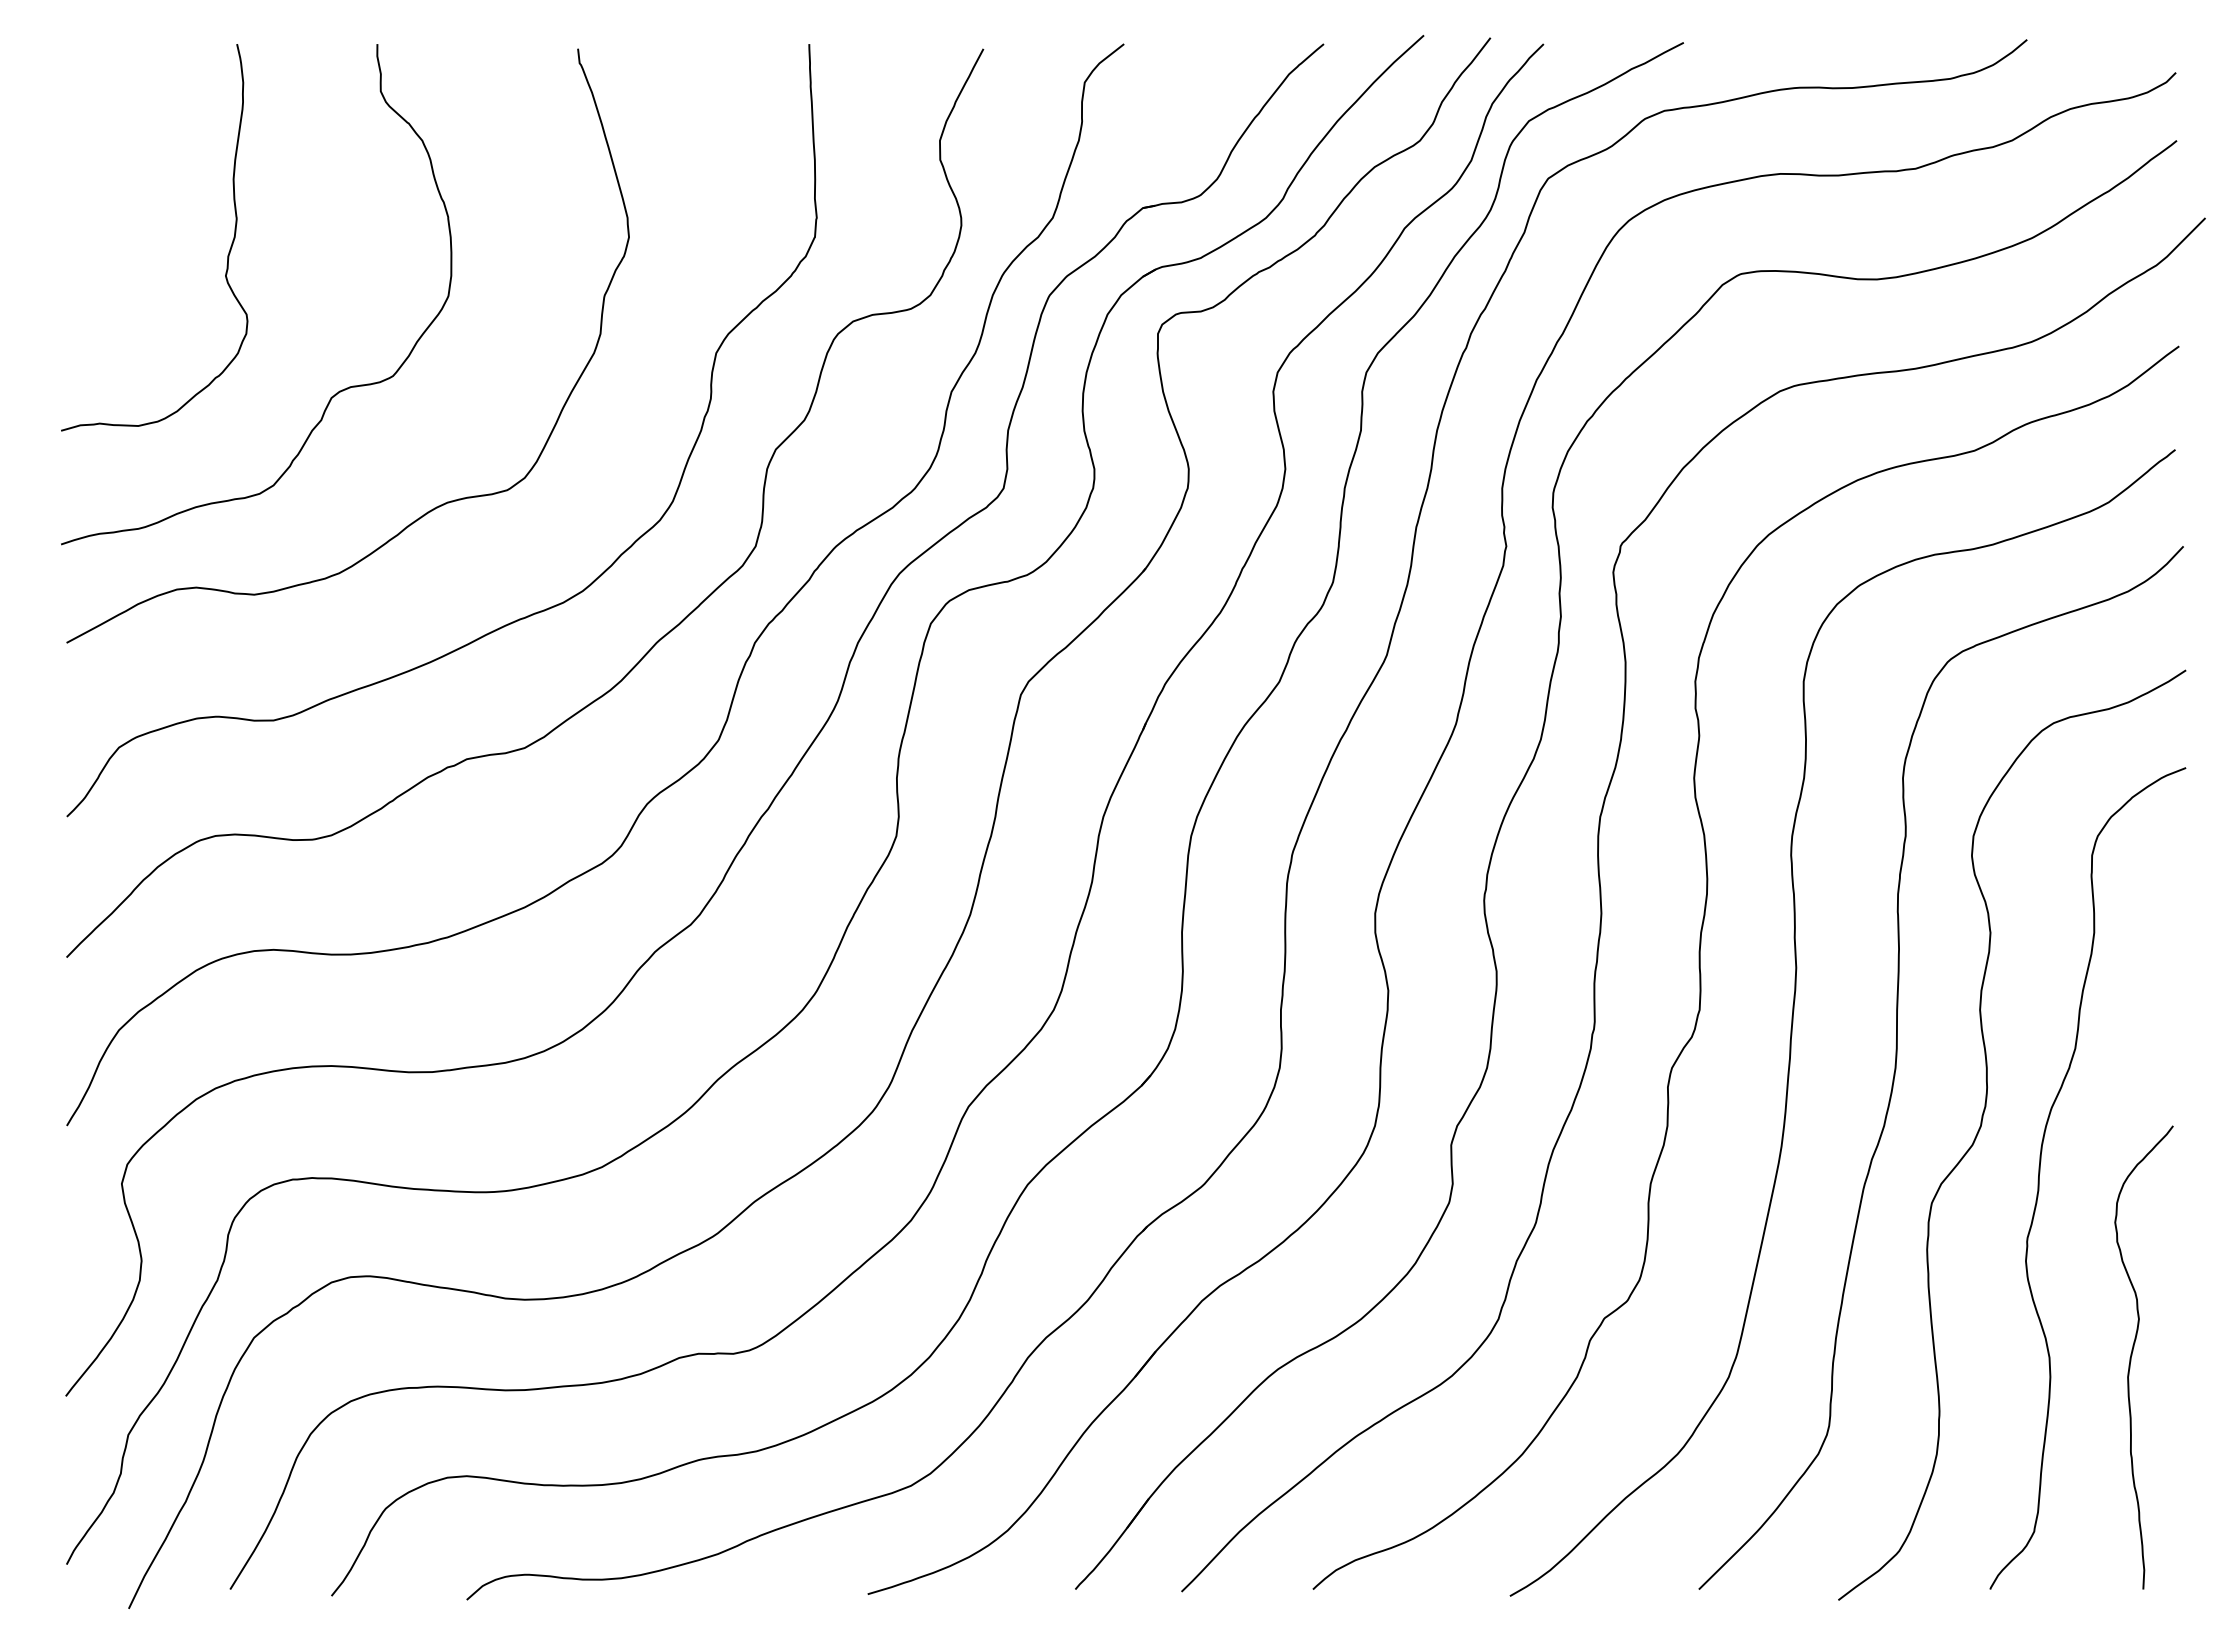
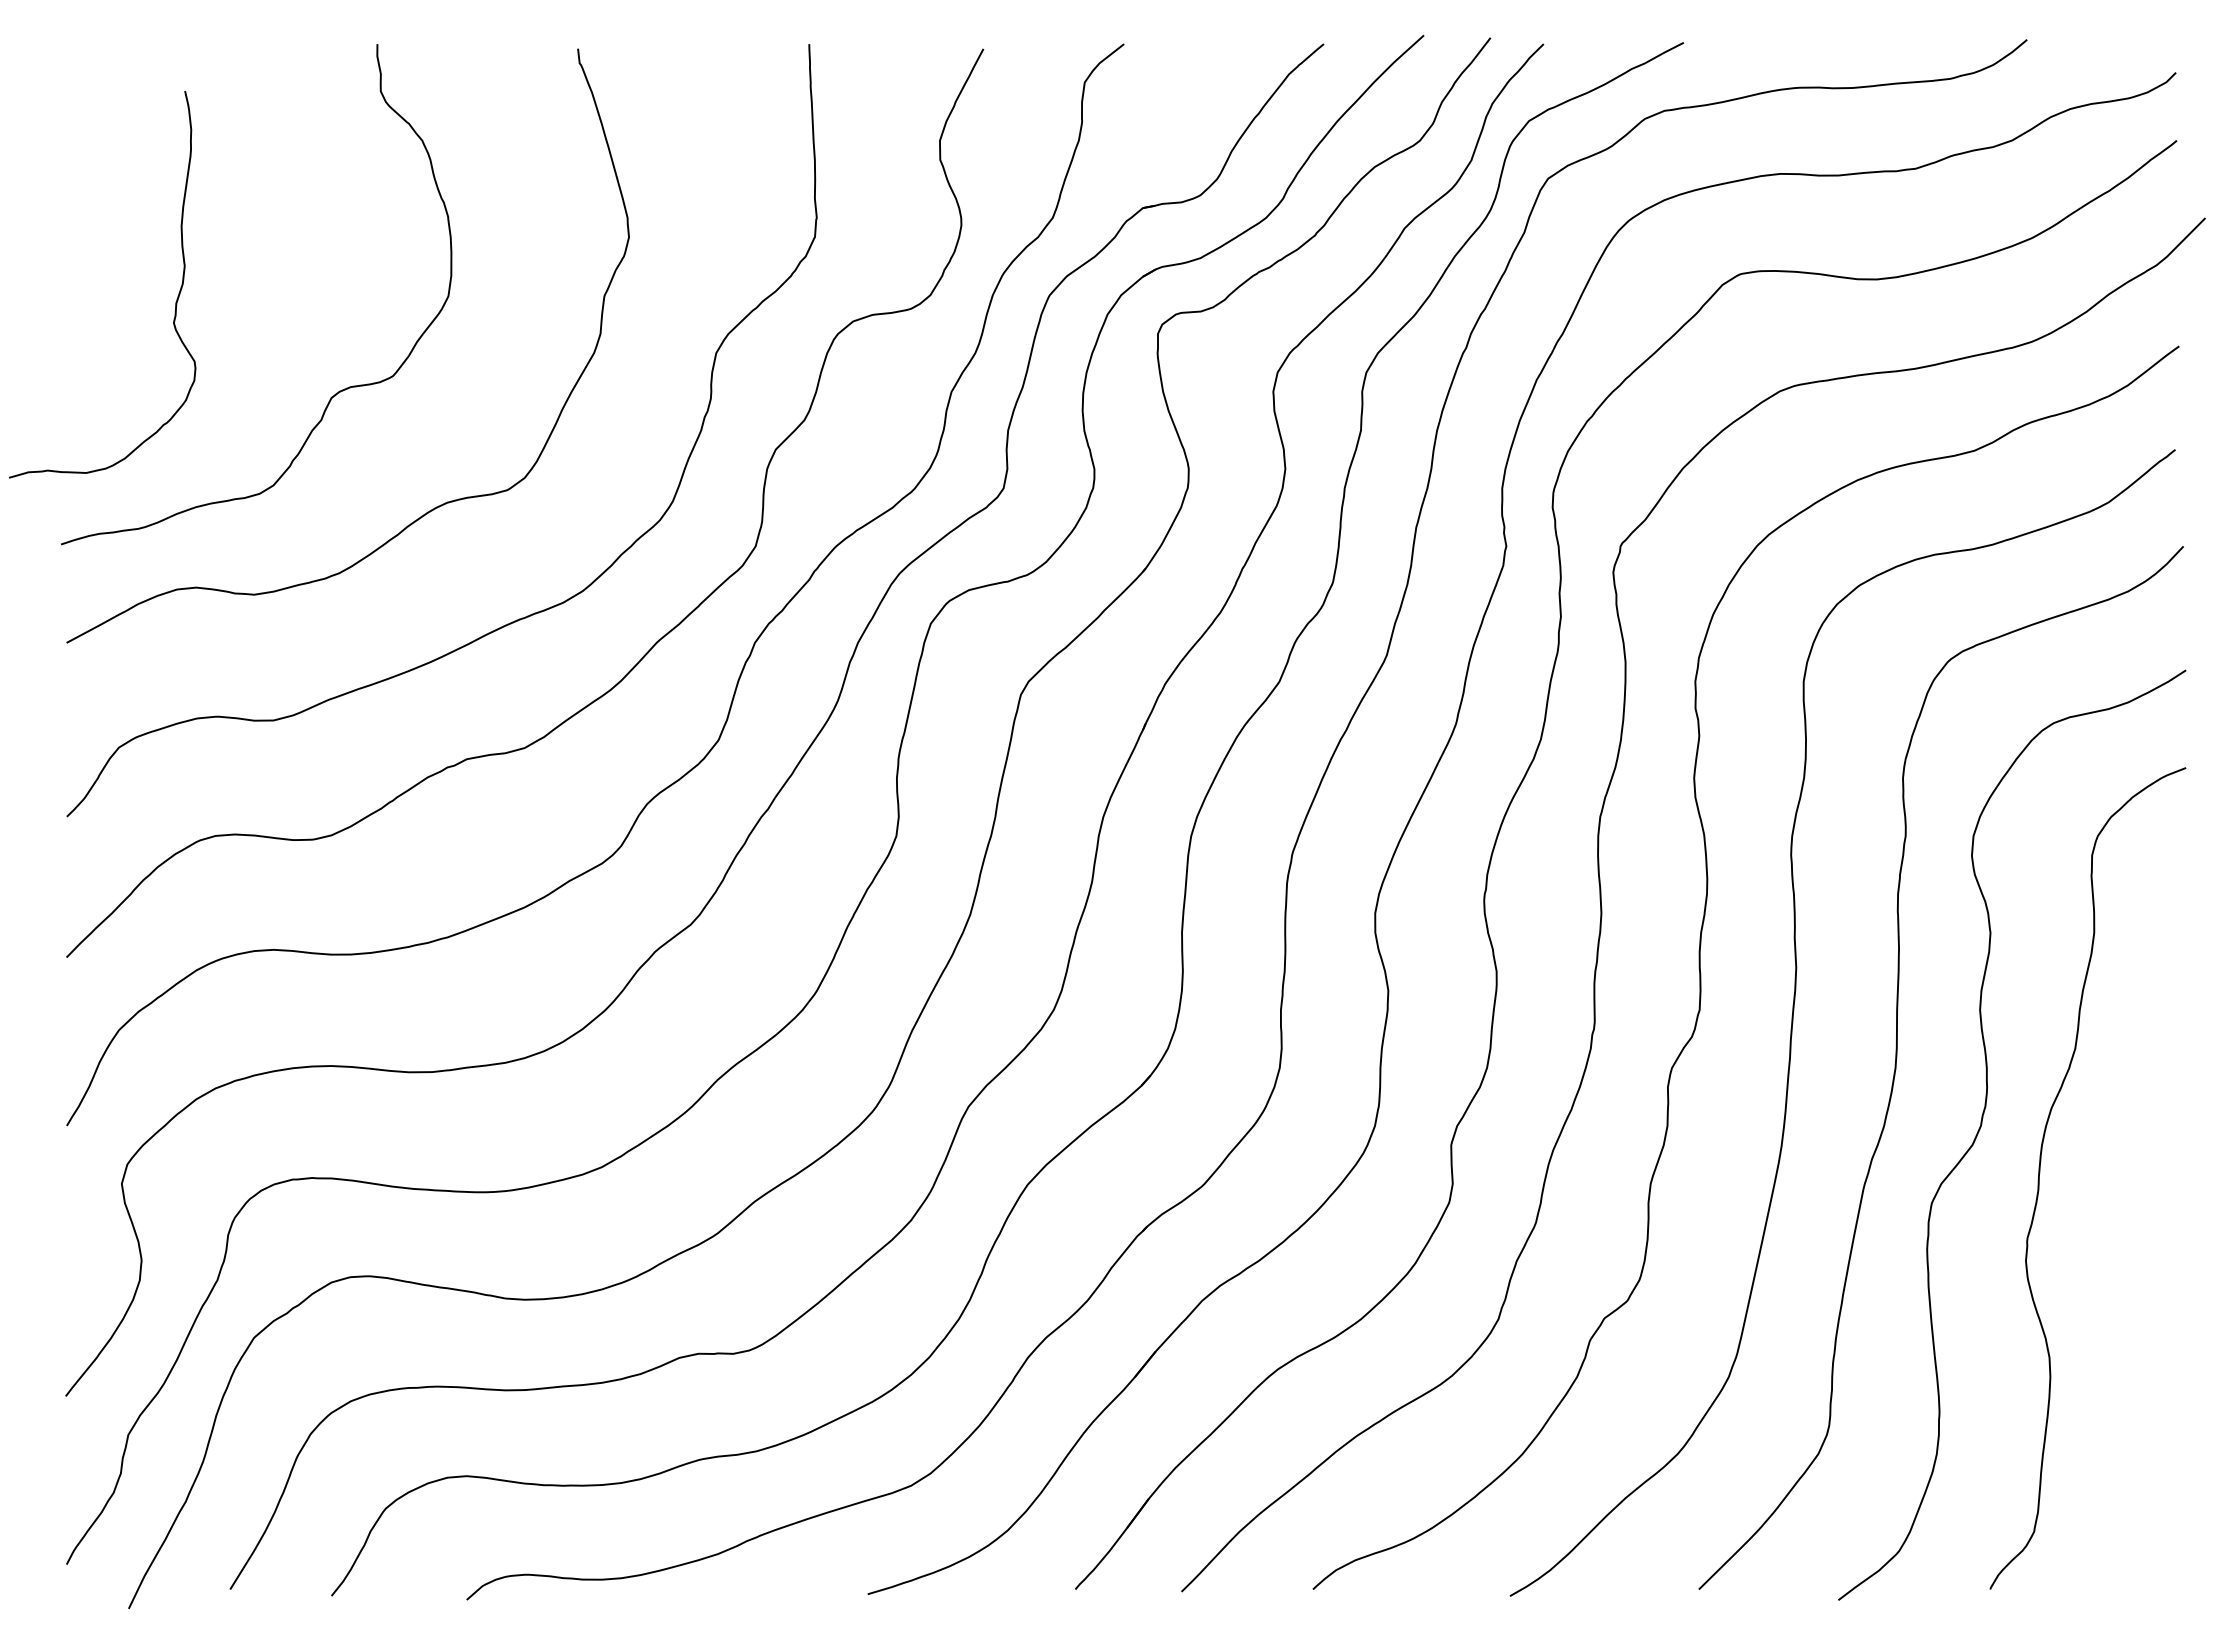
curve at (227, 255) position: (227, 255) -> (175, 302)
curve at (2132, 1355): present -> none
